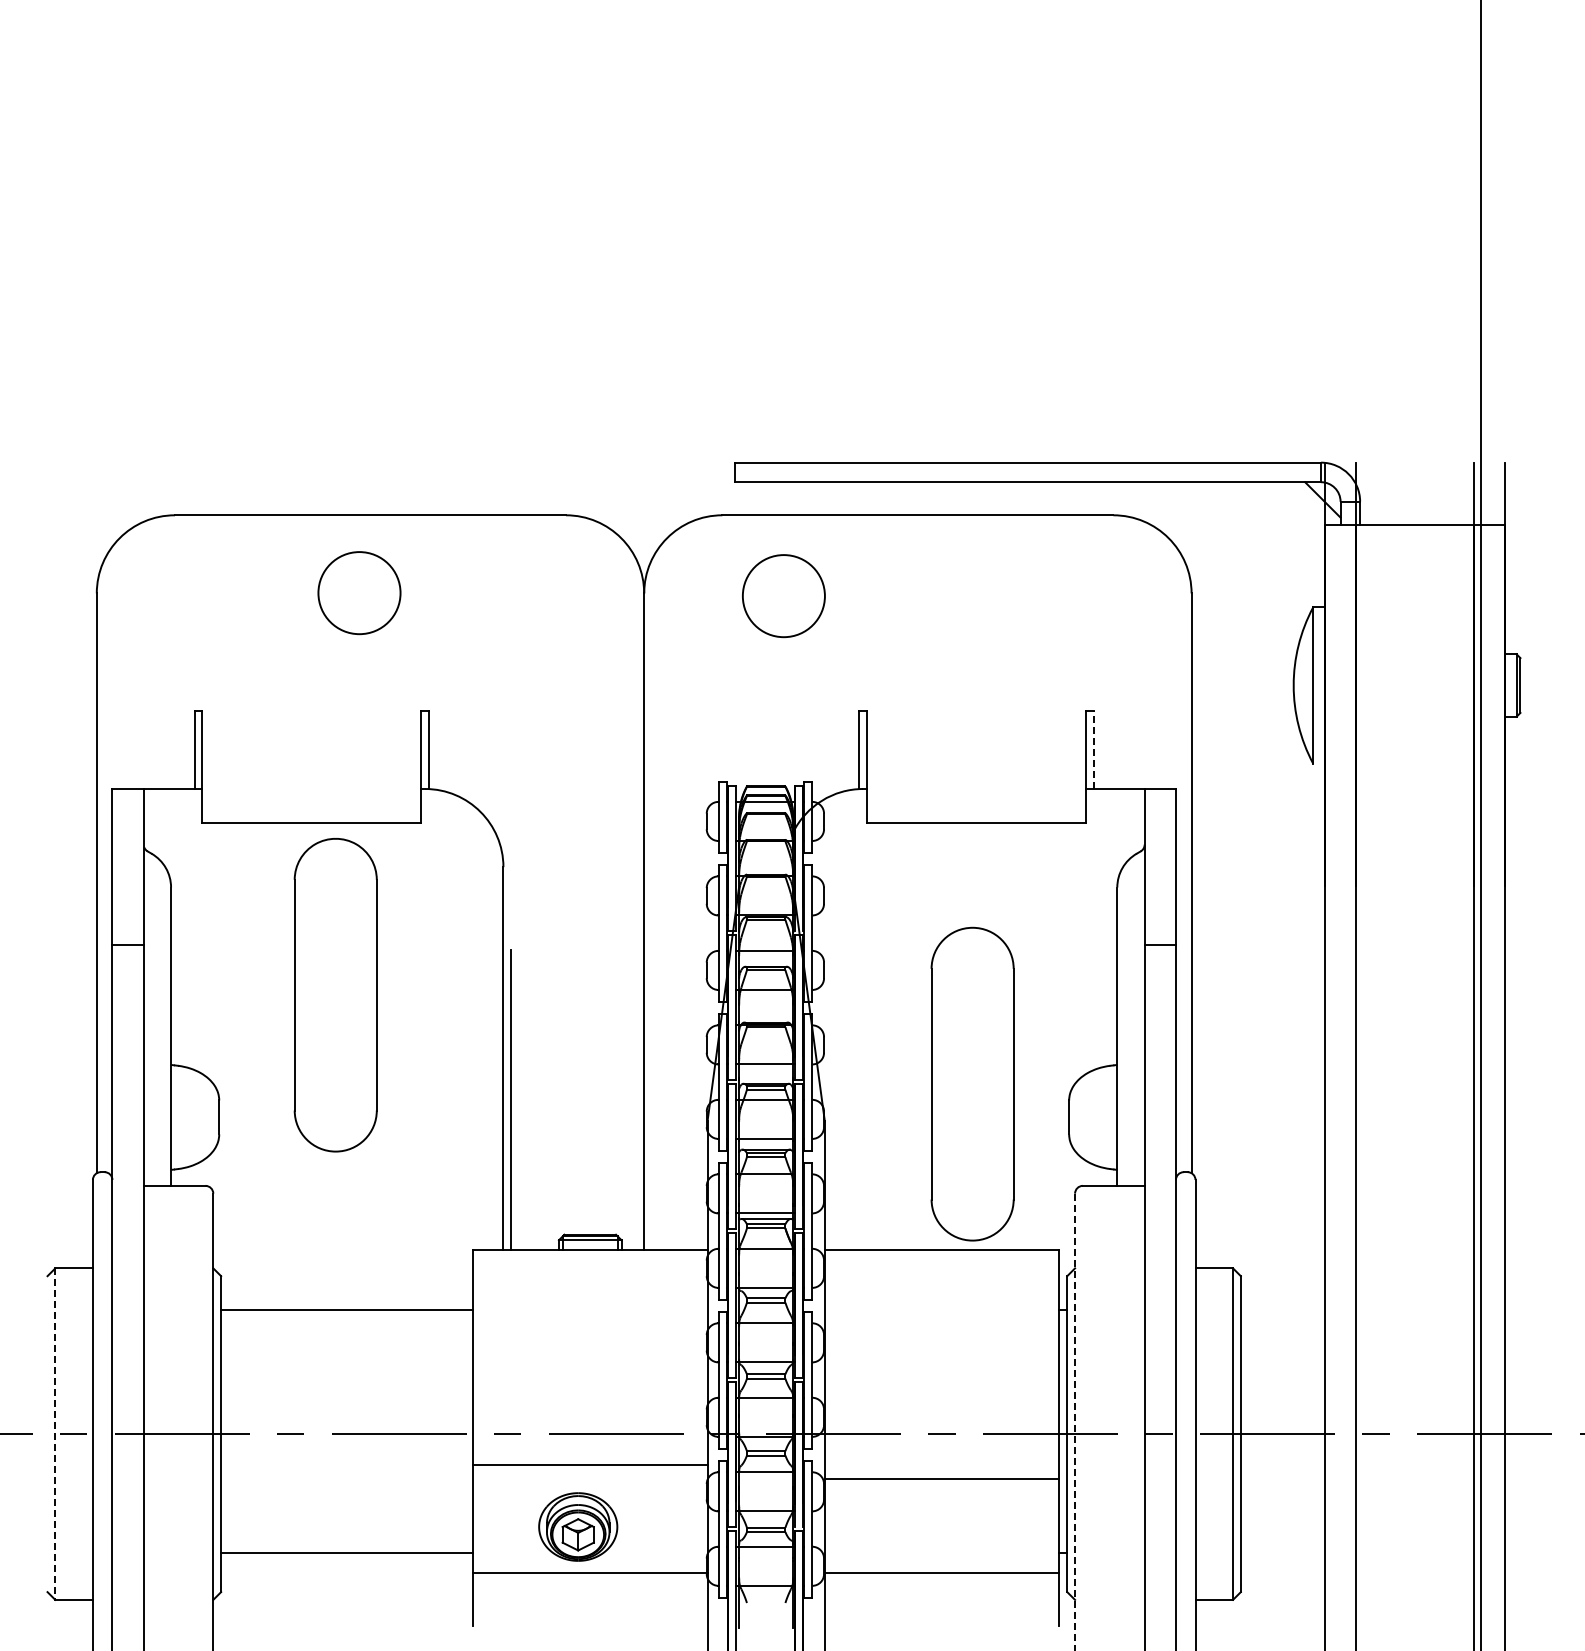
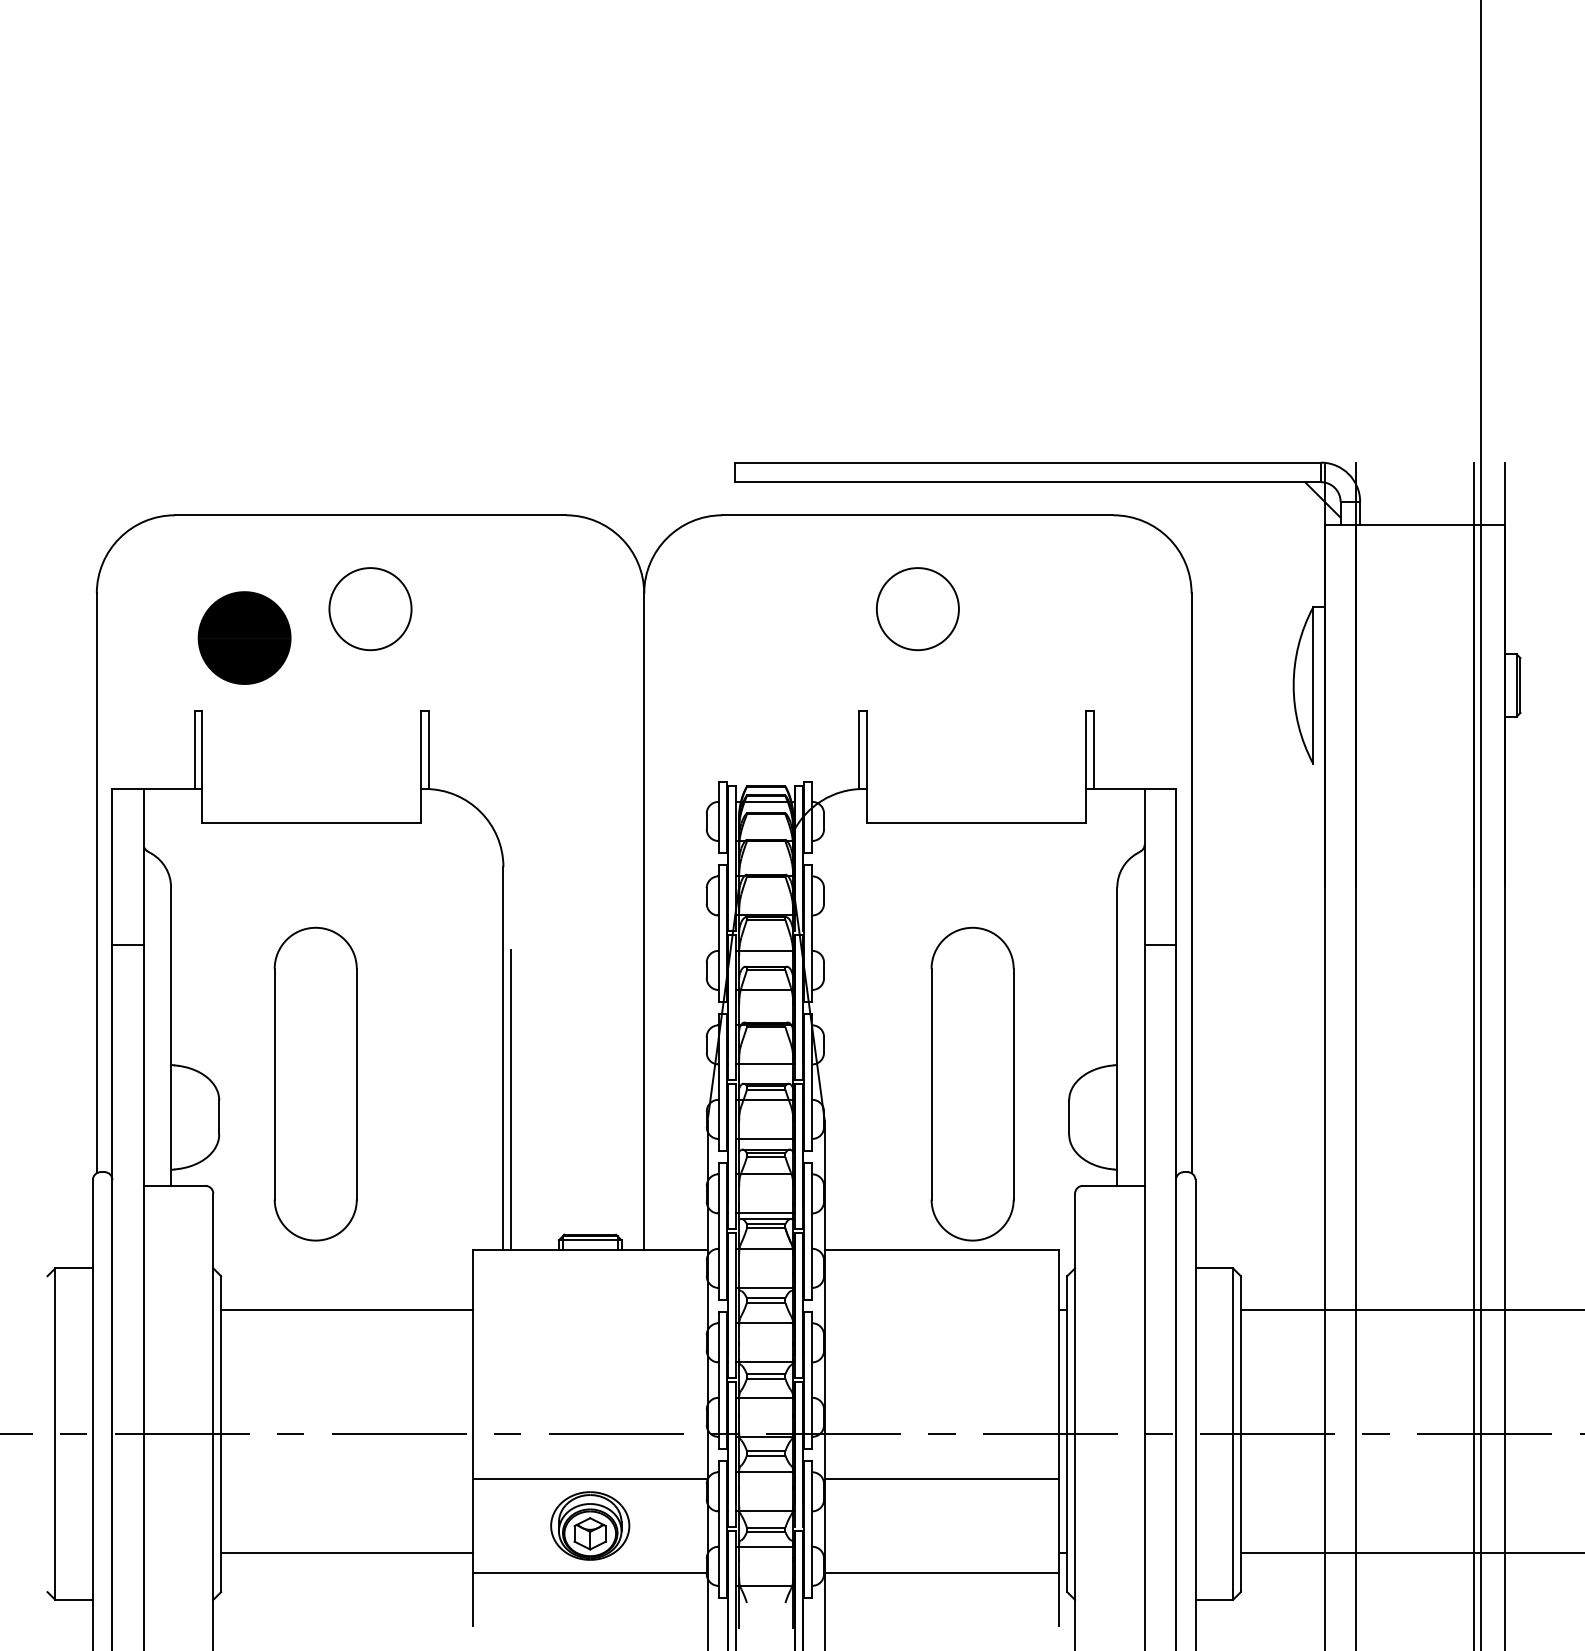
circle at (359, 593) position: (359, 593) -> (370, 609)
circle at (783, 596) position: (783, 596) -> (917, 609)
part at (244, 637): none -> present
line at (1093, 749): dashed -> solid
part at (335, 994) position: (335, 994) -> (315, 1083)
line at (1410, 1310): none -> present
line at (1075, 1422): dashed -> solid
line at (55, 1434): dashed -> solid
line at (589, 1465) position: (589, 1465) -> (589, 1479)
part at (578, 1526) position: (578, 1526) -> (590, 1525)
line at (1410, 1553): none -> present
